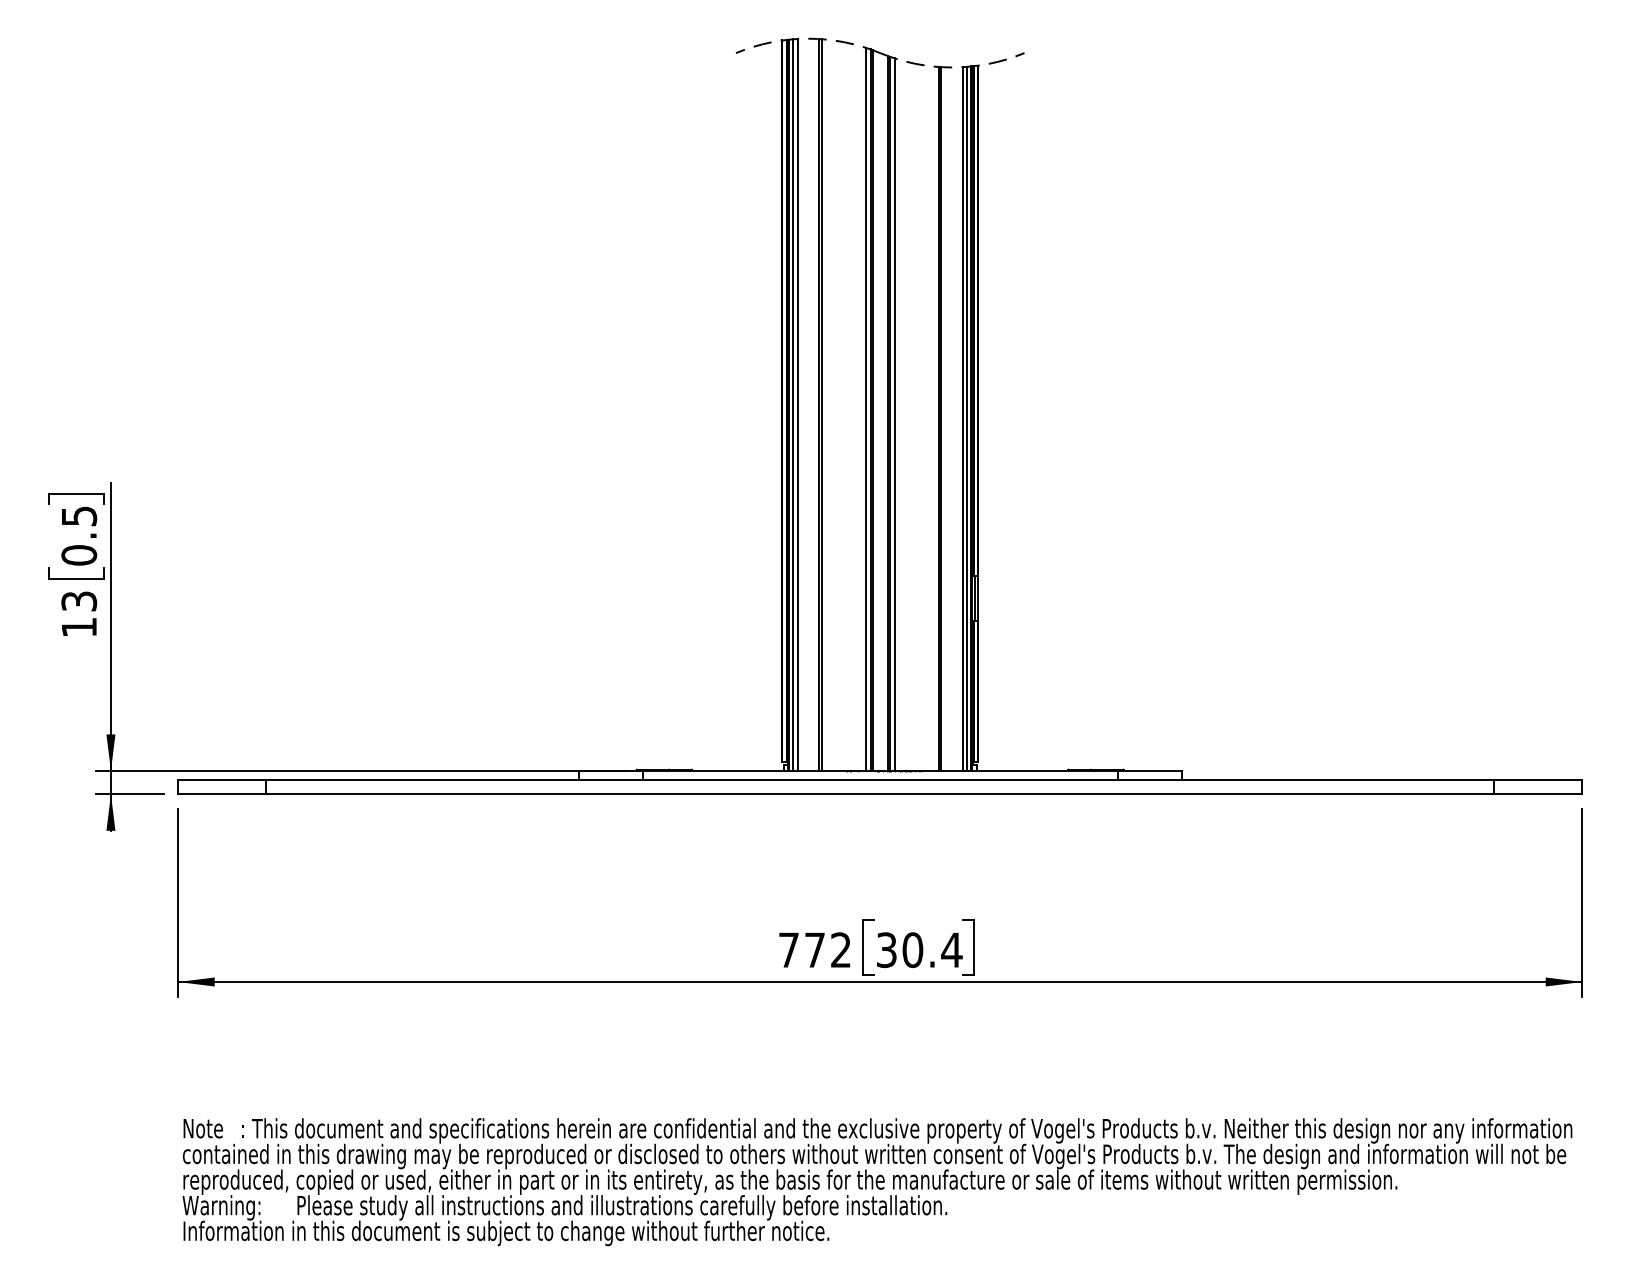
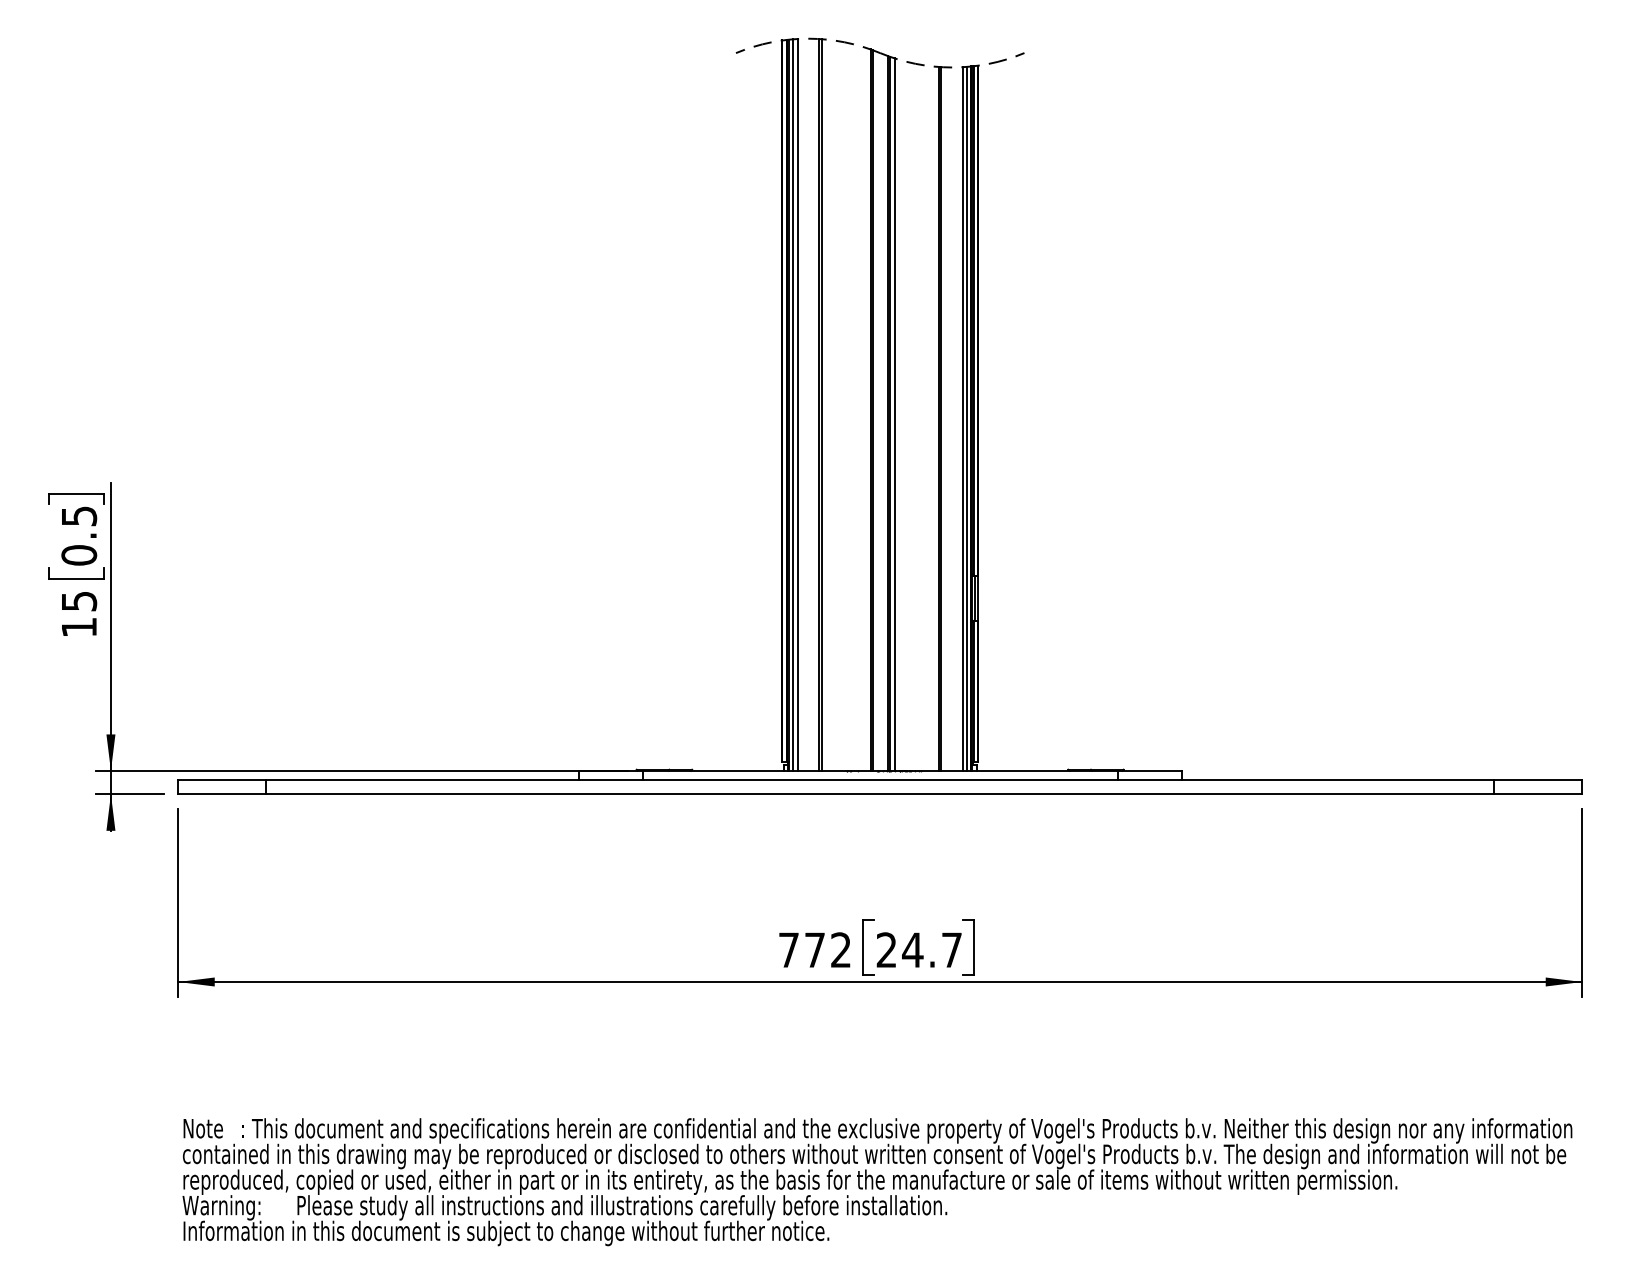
line at (865, 408): present -> none
text at (78, 600): 13 -> 15
text at (919, 950): 30.4 -> 24.7
